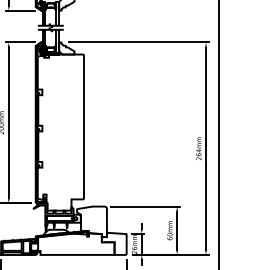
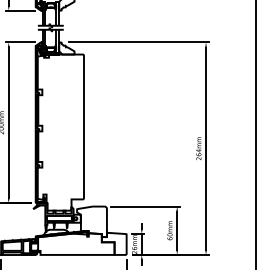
line at (219, 134) position: (219, 134) -> (256, 134)
